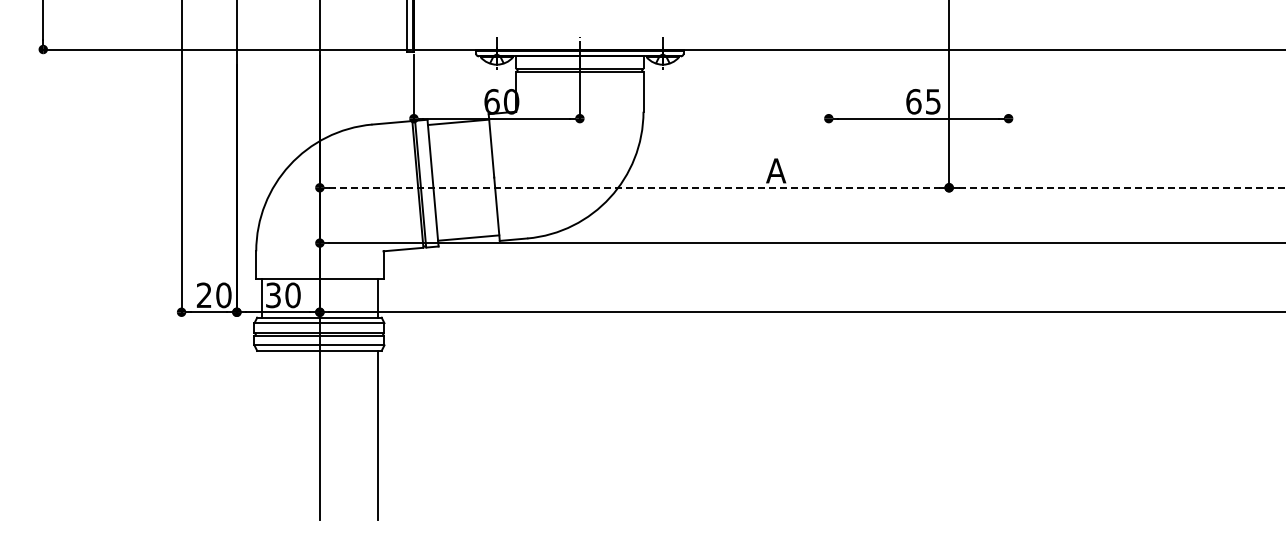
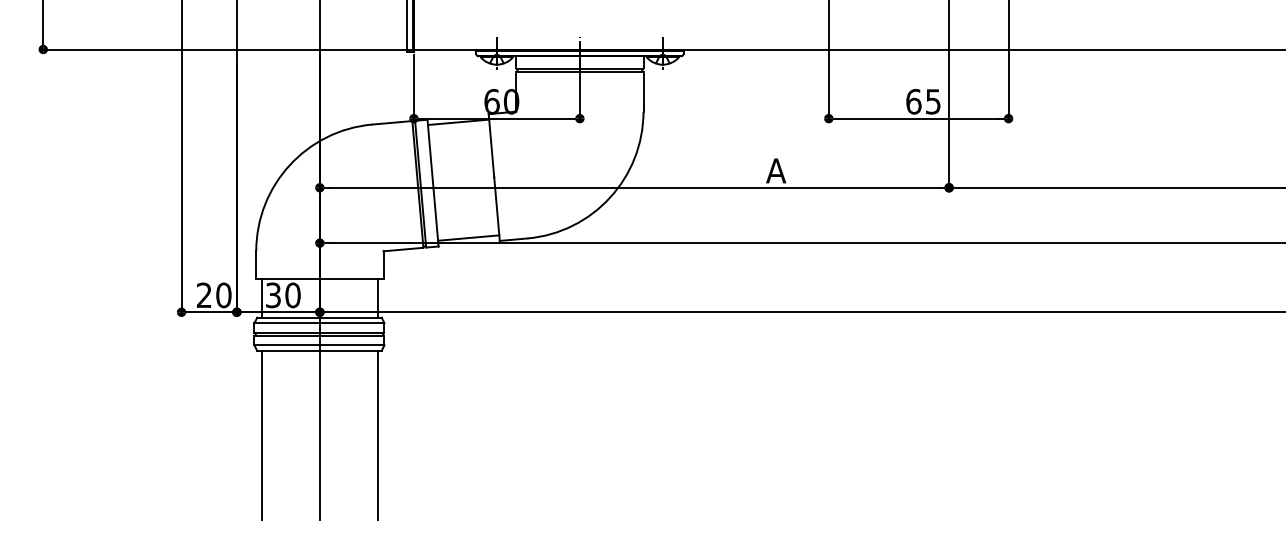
line at (828, 61): none -> present
line at (1008, 61): none -> present
line at (635, 187): dashed -> solid
line at (1122, 187): dashed -> solid
line at (261, 435): none -> present
